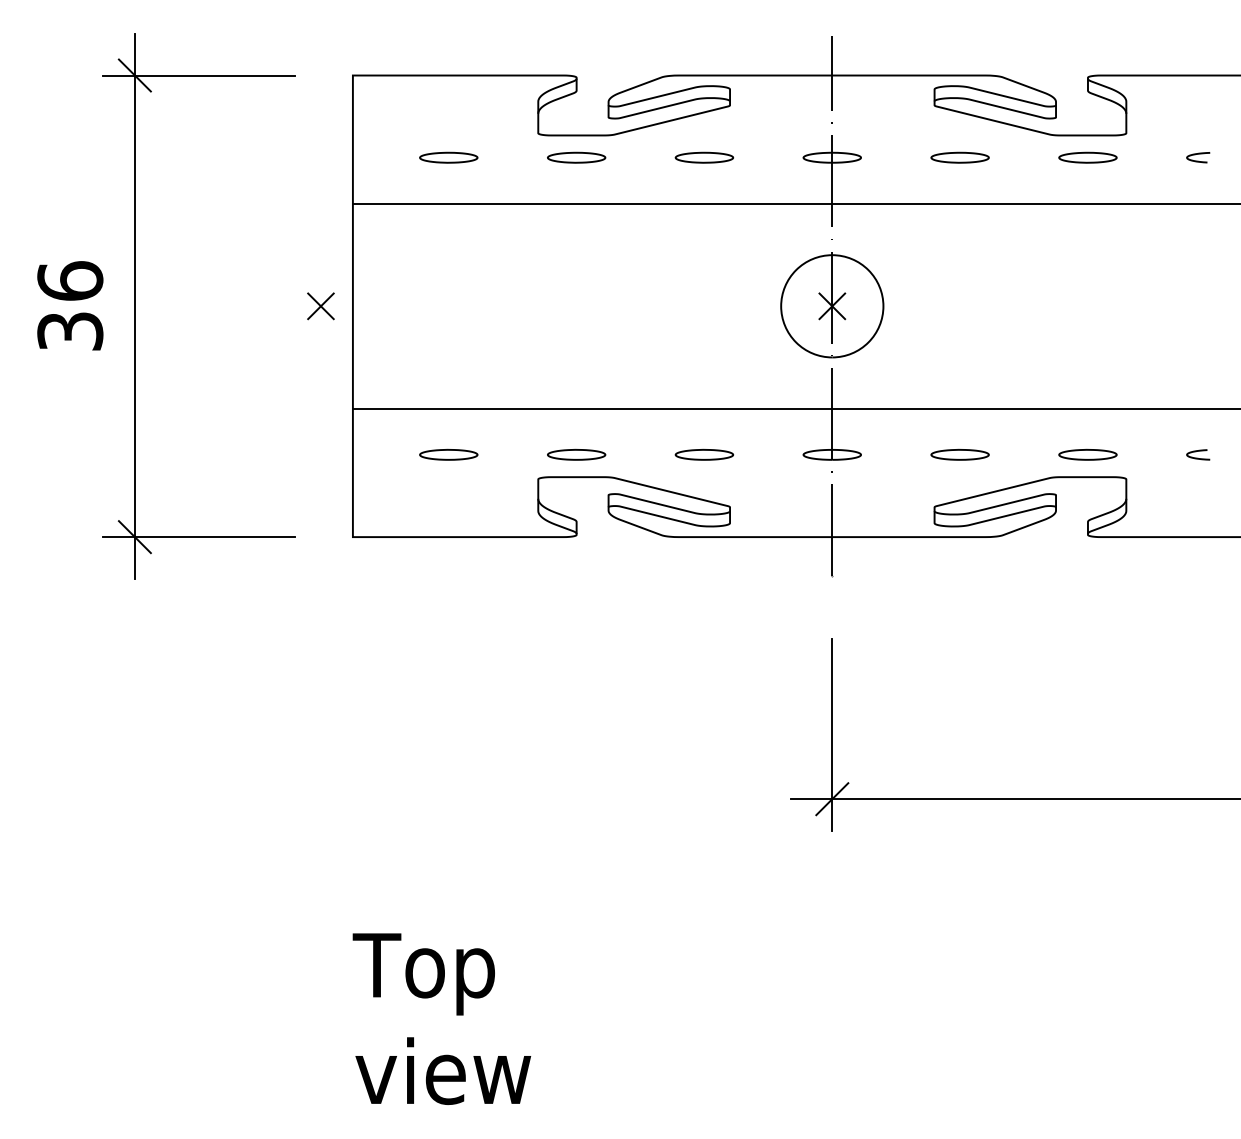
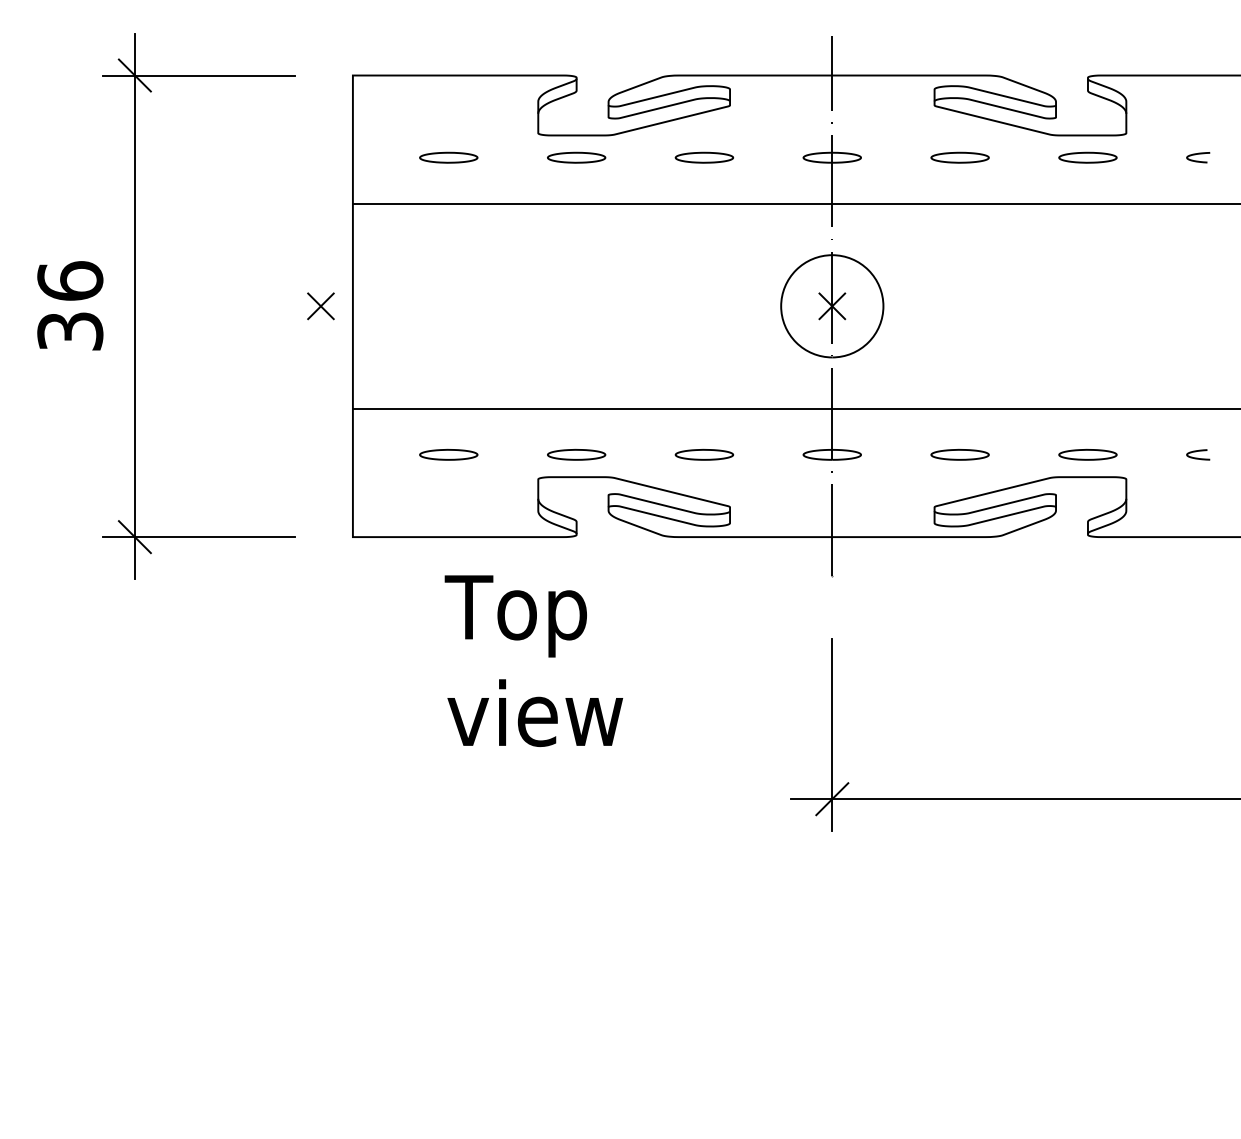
text at (441, 1018) position: (441, 1018) -> (533, 660)
